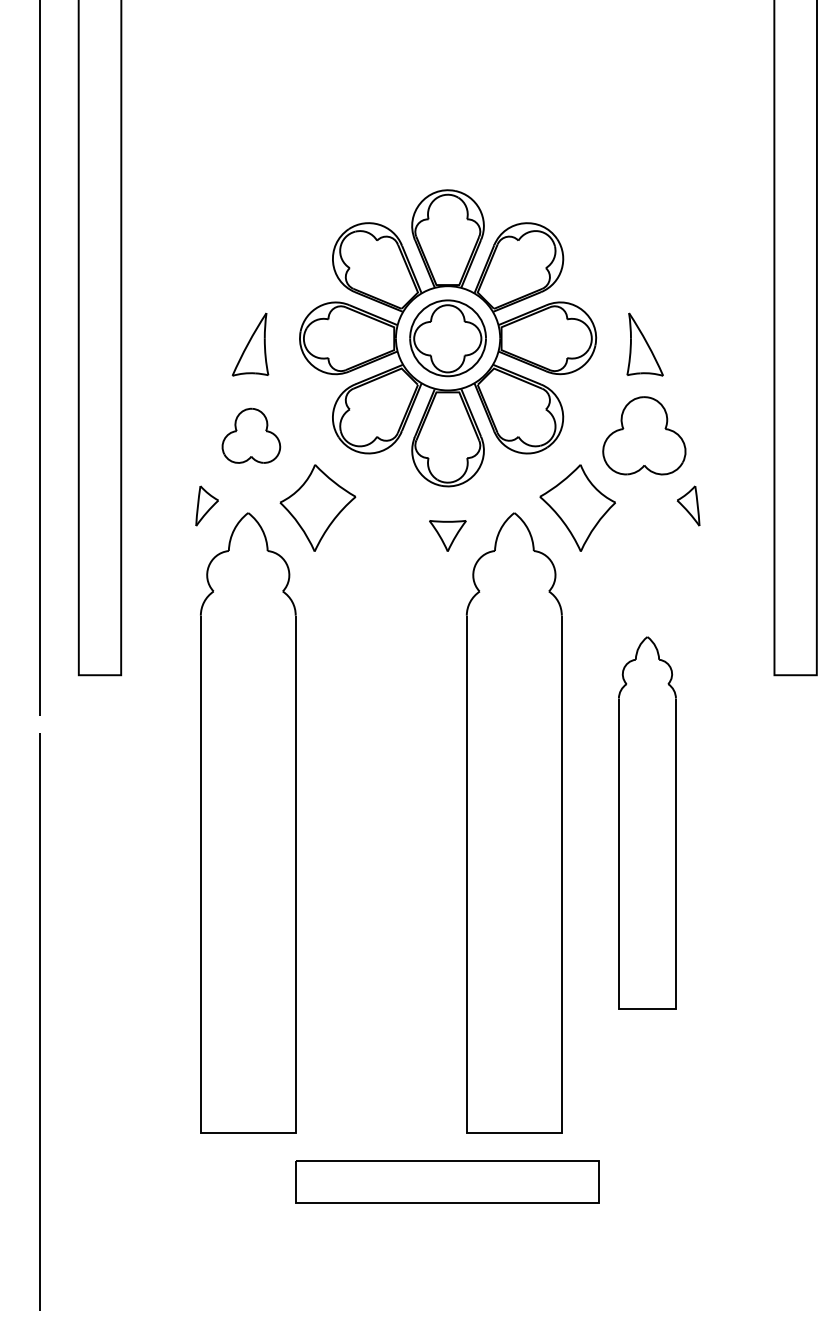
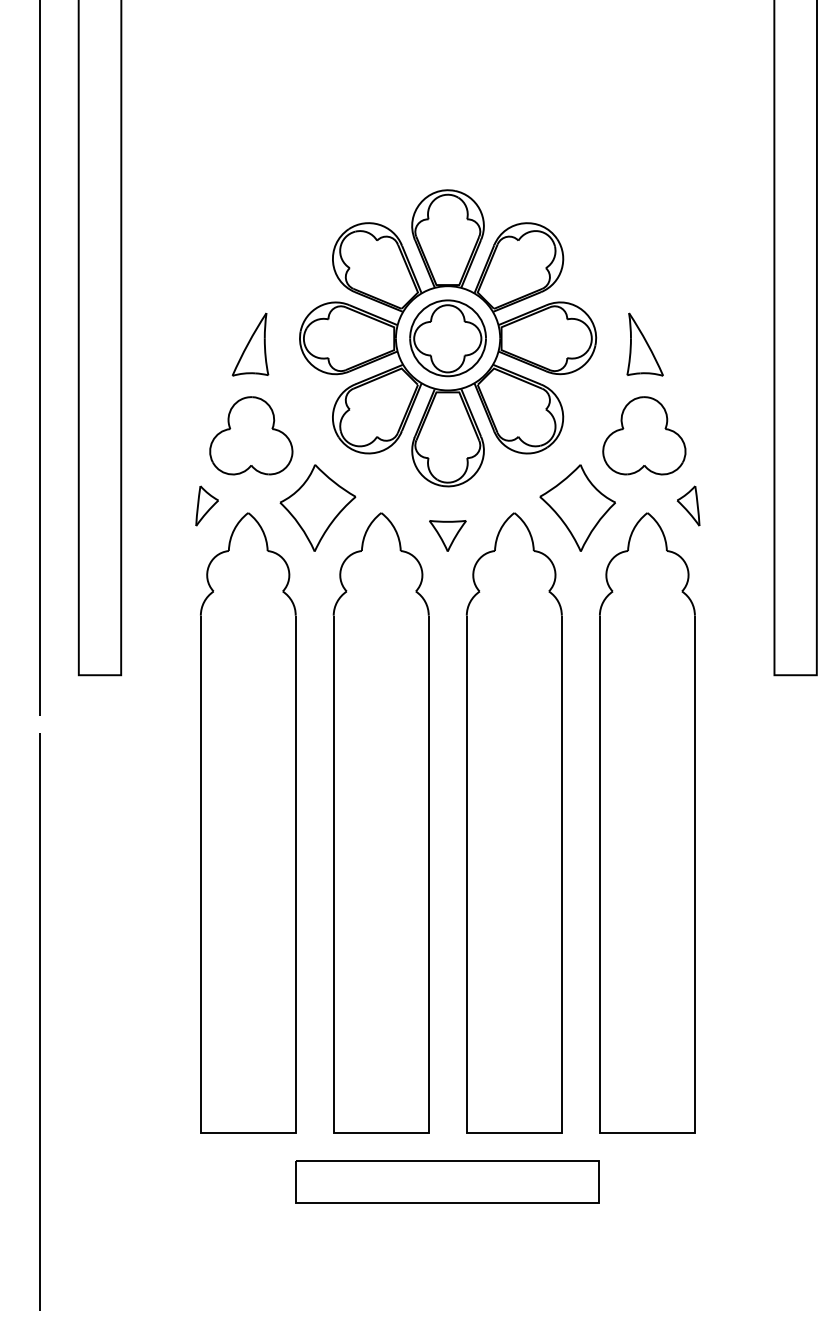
part at (251, 435) size: 61x57 px -> 85x80 px
part at (380, 822): none -> present
part at (647, 822) size: 59x374 px -> 97x622 px
